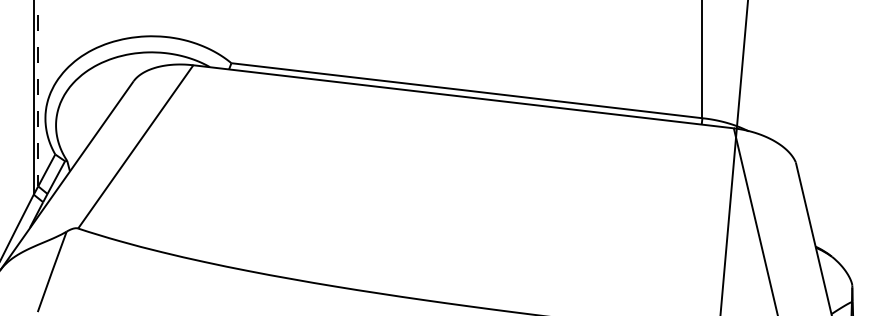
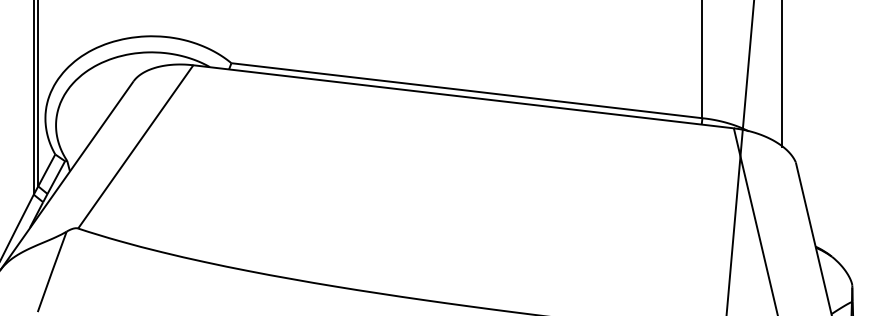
line at (781, 74): none -> present
line at (38, 93): dashed -> solid
line at (733, 157) position: (733, 157) -> (739, 157)
